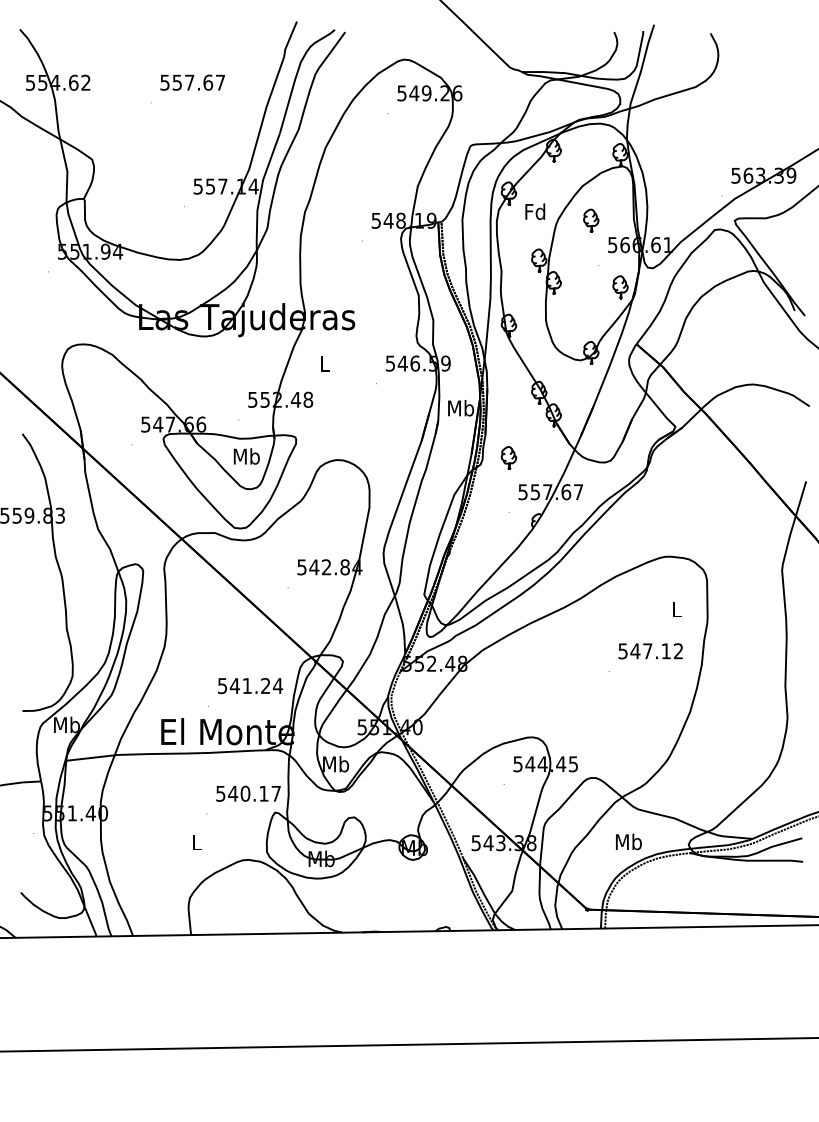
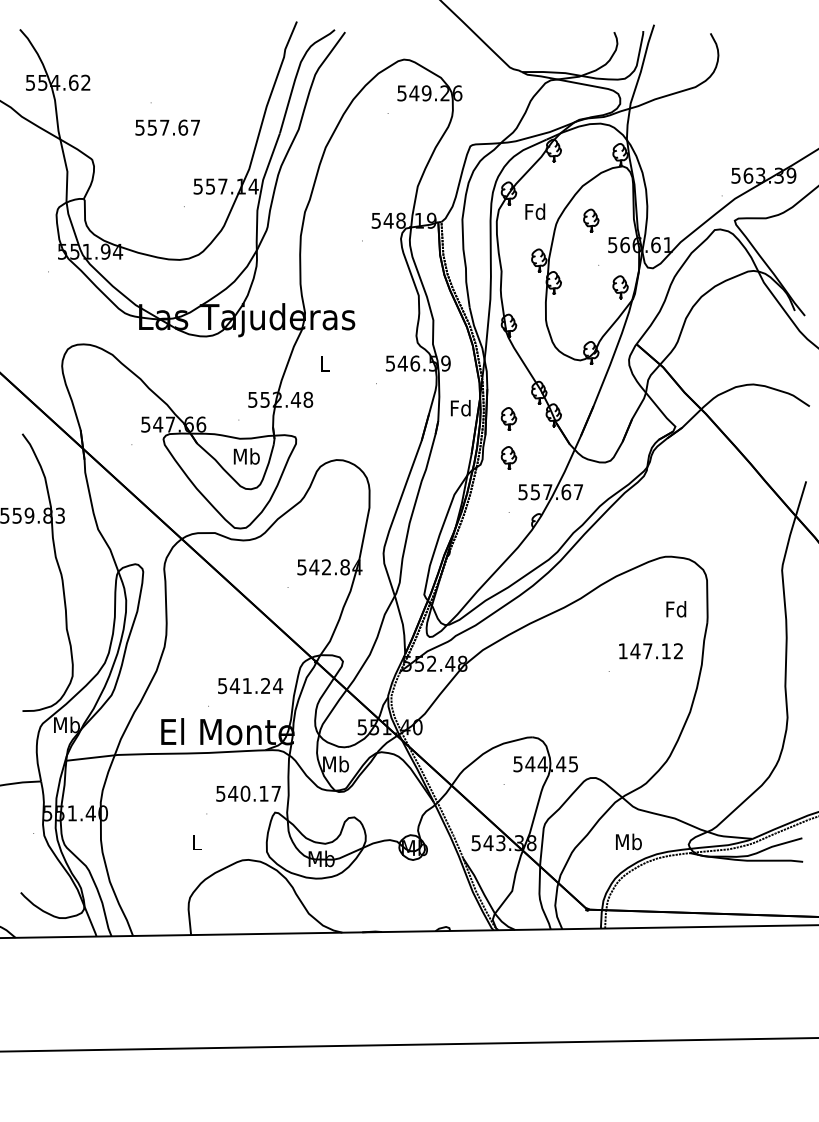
text at (192, 82) position: (192, 82) -> (167, 127)
text at (461, 408): Mb -> Fd
part at (508, 418): none -> present
text at (676, 609): L -> Fd
text at (622, 651): 547.12 -> 147.12
